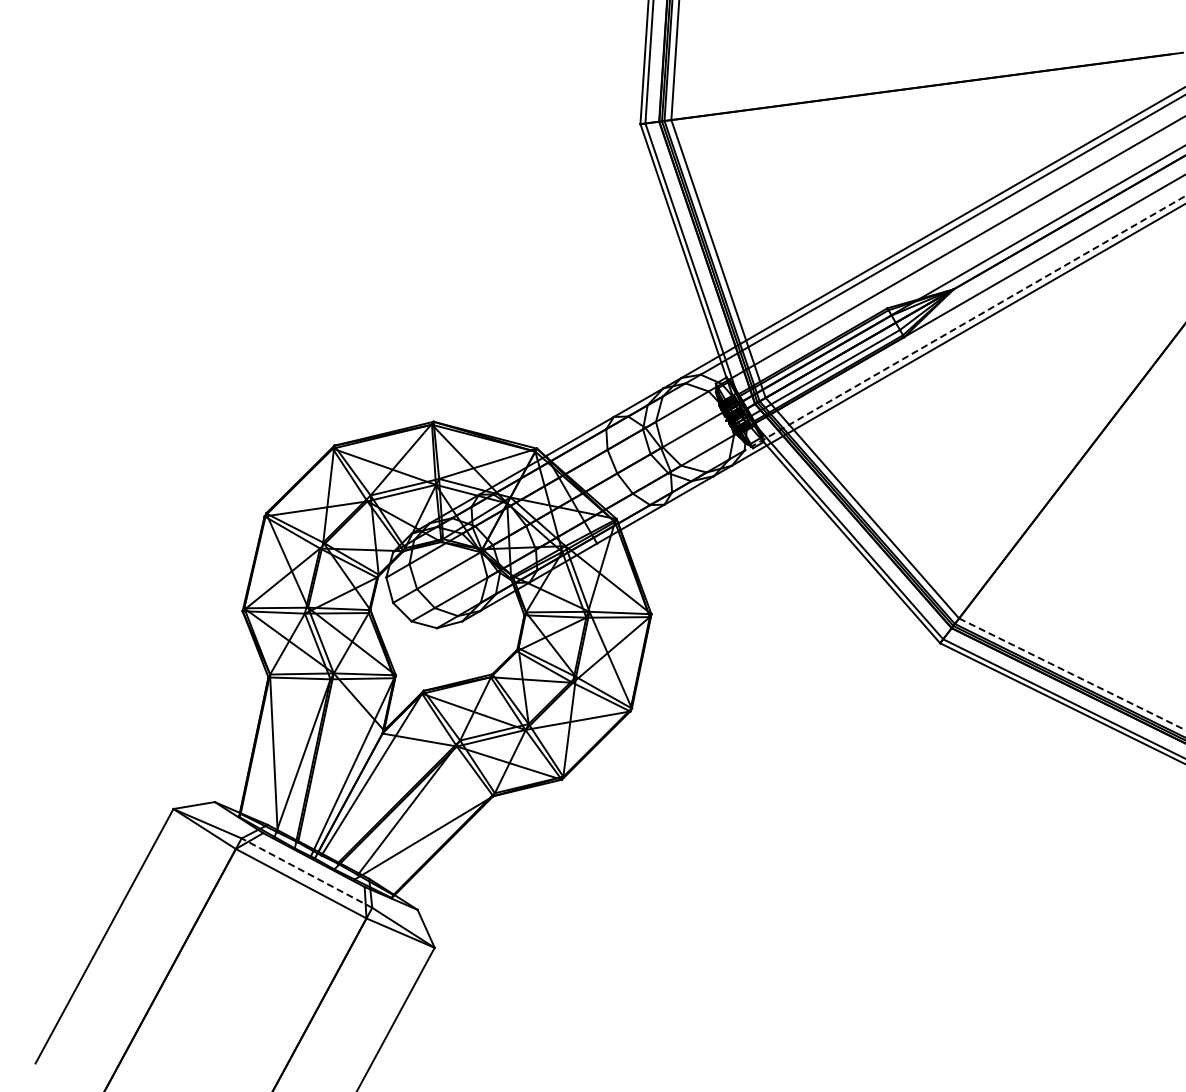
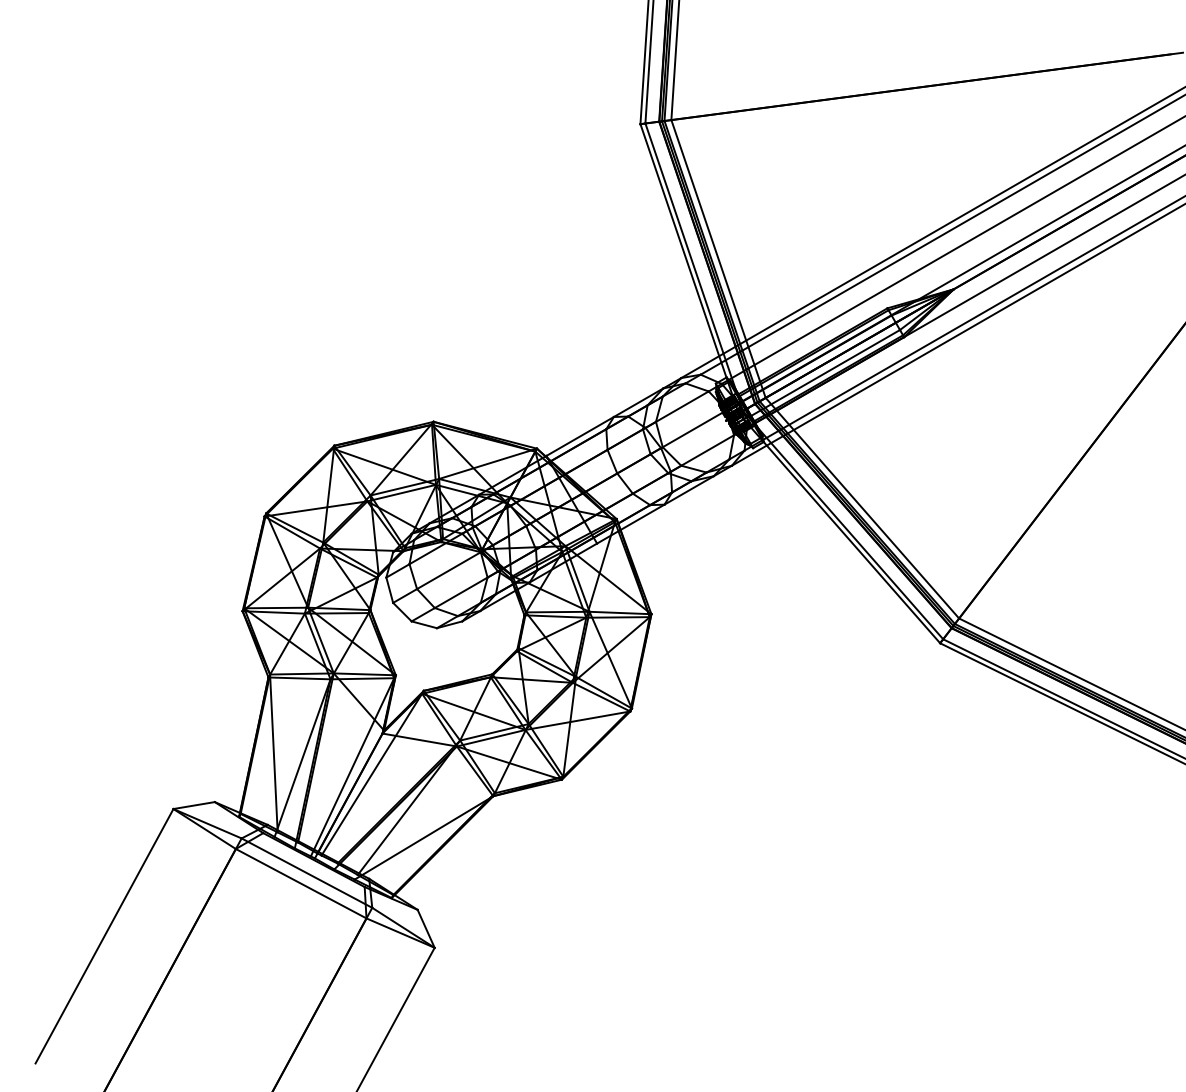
line at (964, 323): dashed -> solid
line at (1072, 674): dashed -> solid
line at (306, 873): dashed -> solid
